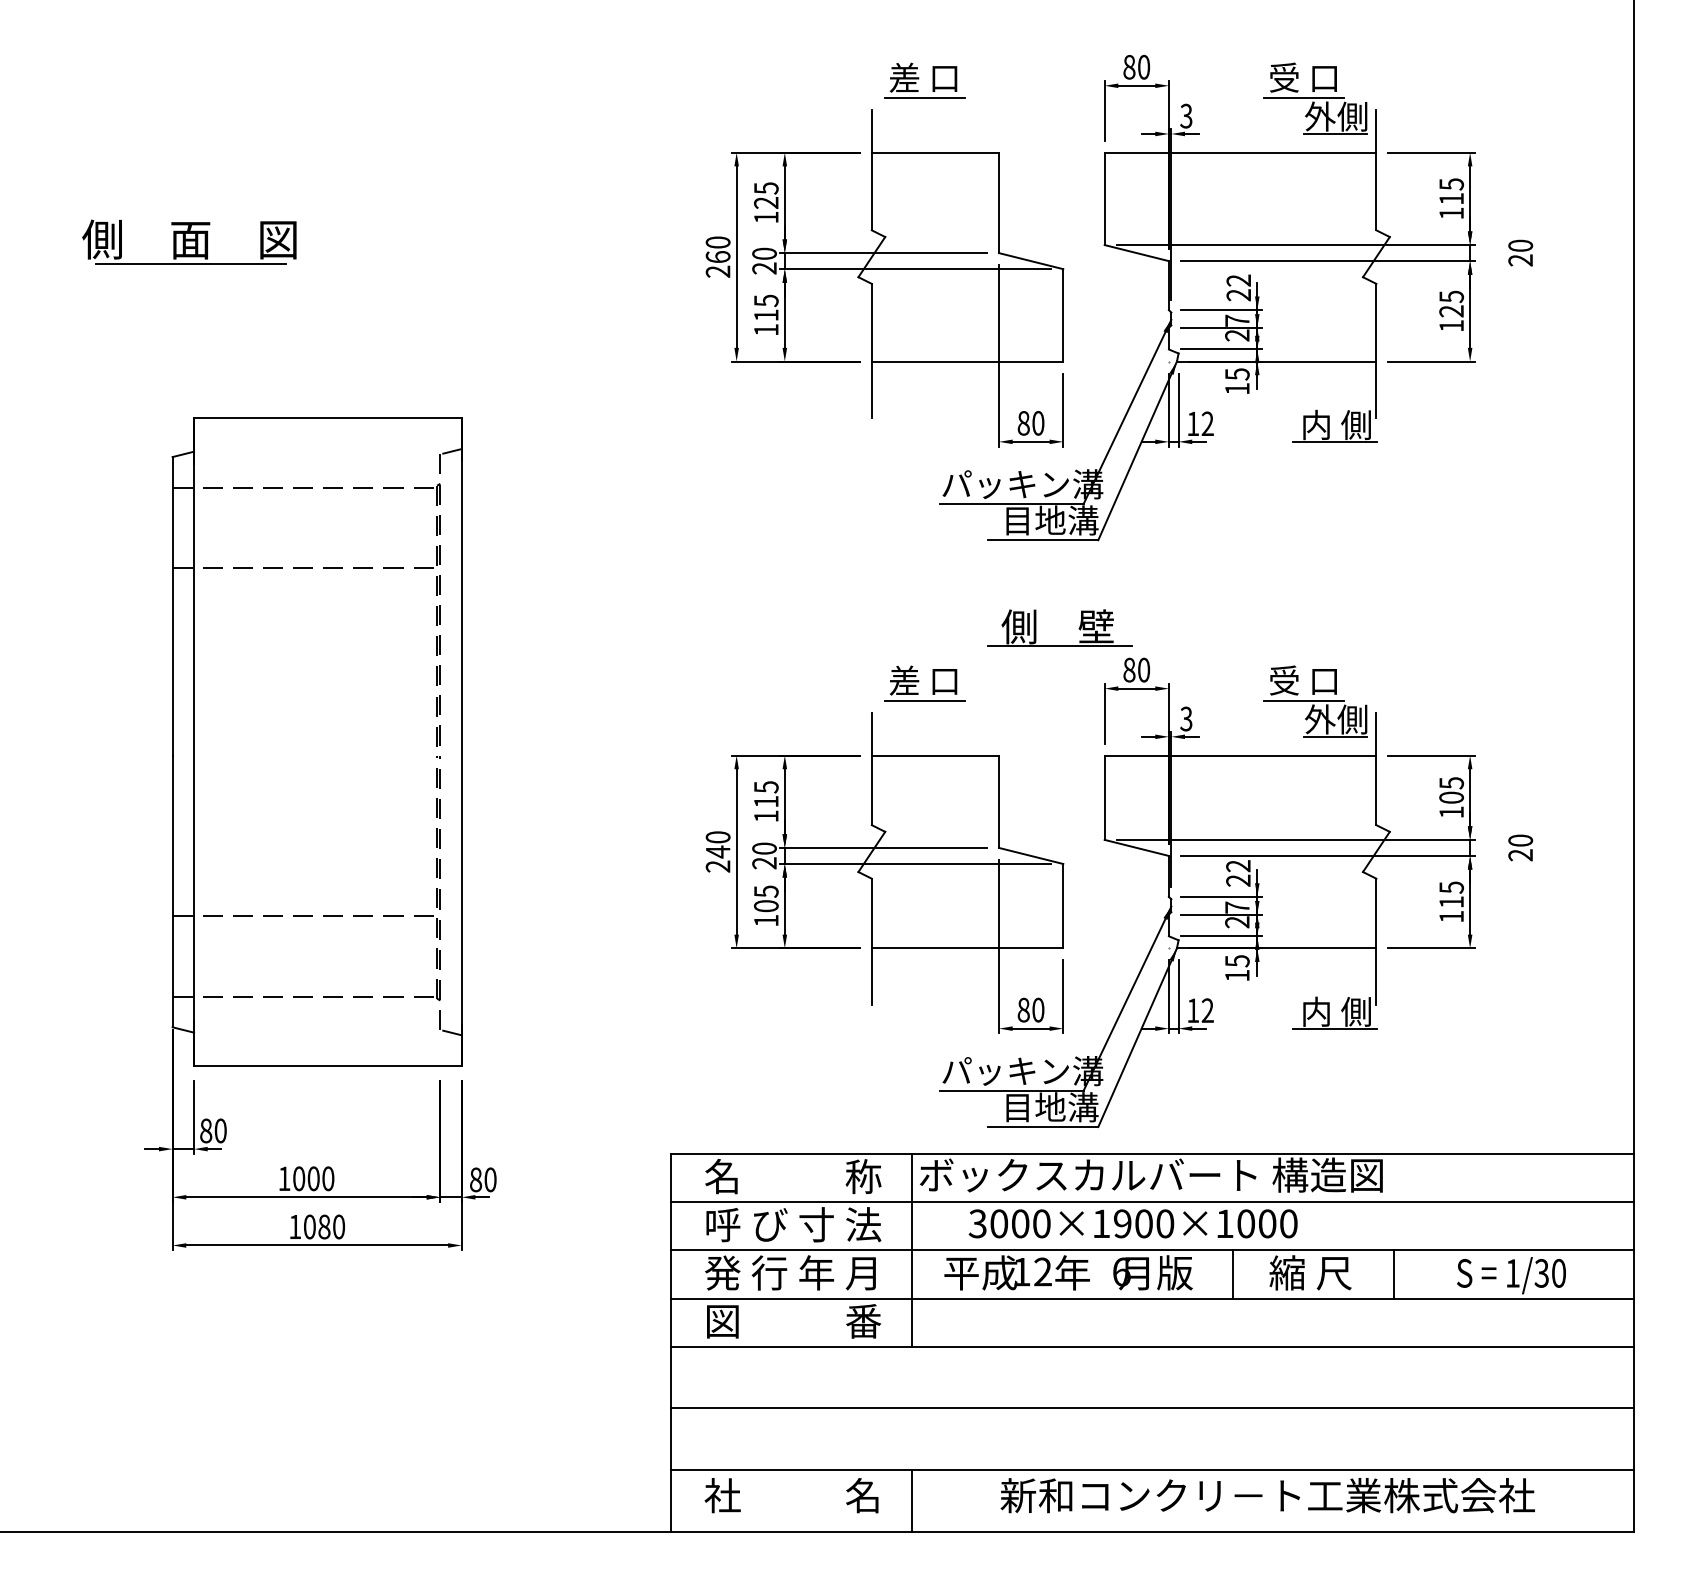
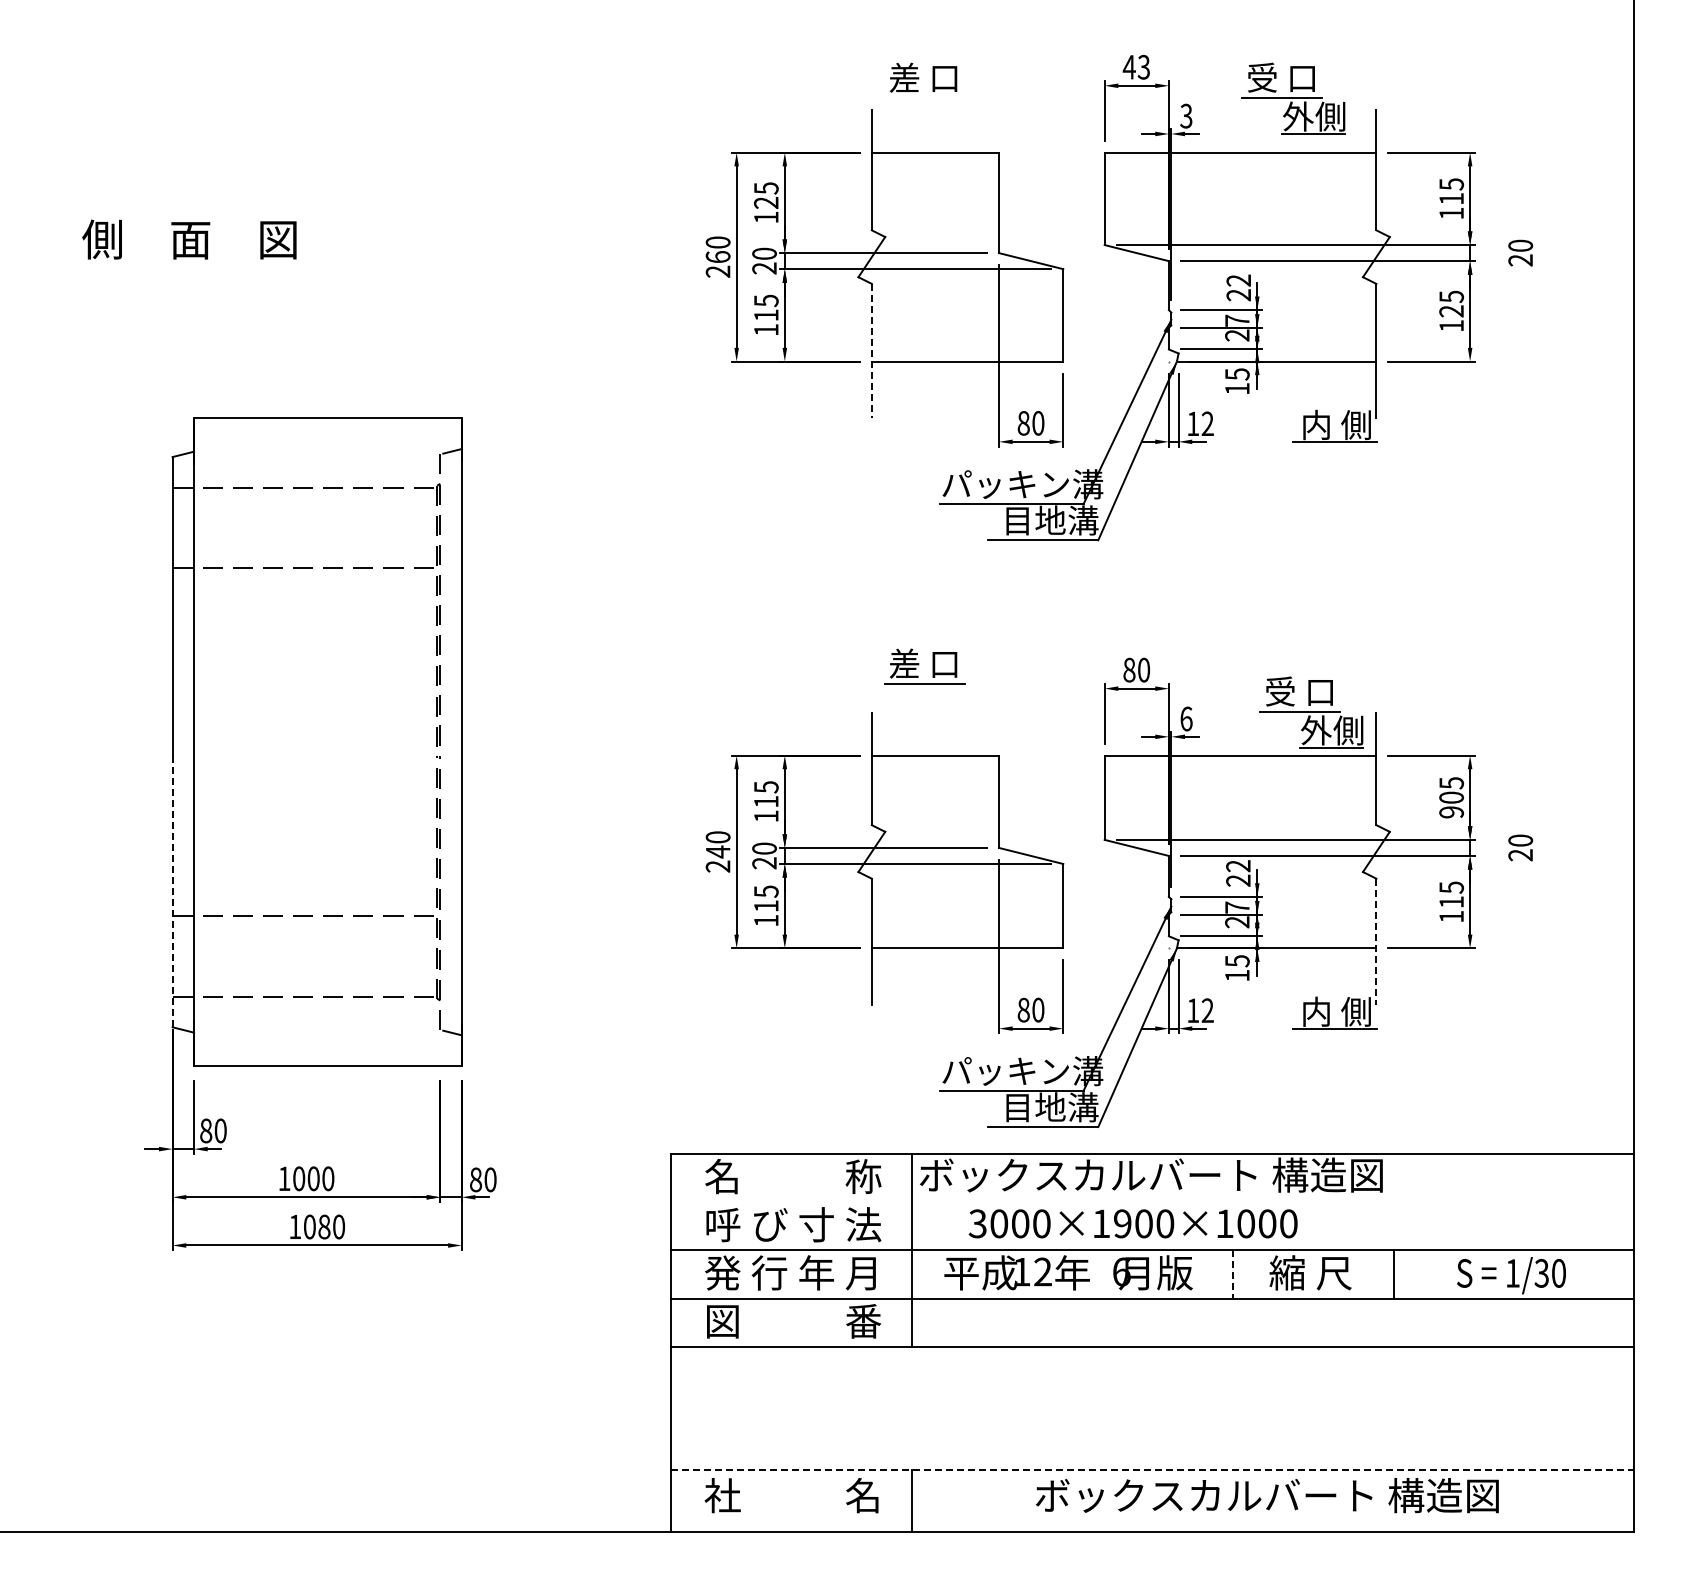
text at (1136, 67): 80 -> 43
line at (925, 98): present -> none
part at (1315, 98) position: (1315, 98) -> (1293, 98)
line at (190, 264): present -> none
line at (871, 350): solid -> dashed
part at (1059, 645): present -> none
part at (924, 683) position: (924, 683) -> (924, 666)
part at (1315, 701) position: (1315, 701) -> (1311, 712)
text at (1186, 718): 3 -> 6
text at (1451, 812): 105 -> 905
line at (172, 891): solid -> dashed
text at (766, 906): 105 -> 115
line at (1376, 941): solid -> dashed
line at (1152, 1202): present -> none
line at (1232, 1274): solid -> dashed
line at (1152, 1408): present -> none
line at (1152, 1469): solid -> dashed
text at (1267, 1495): 新和コンクリ－ト工業株式会社 -> ボックスカルバート 構造図
